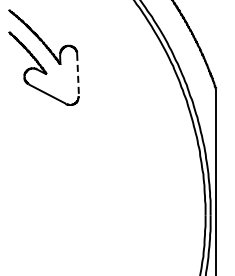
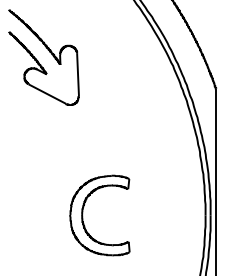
line at (78, 75): dashed -> solid
part at (83, 216): none -> present
